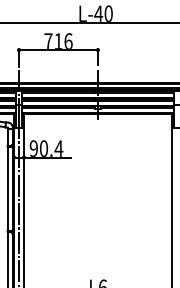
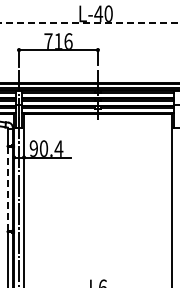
line at (89, 22): solid -> dashed
line at (7, 189): solid -> dashed
